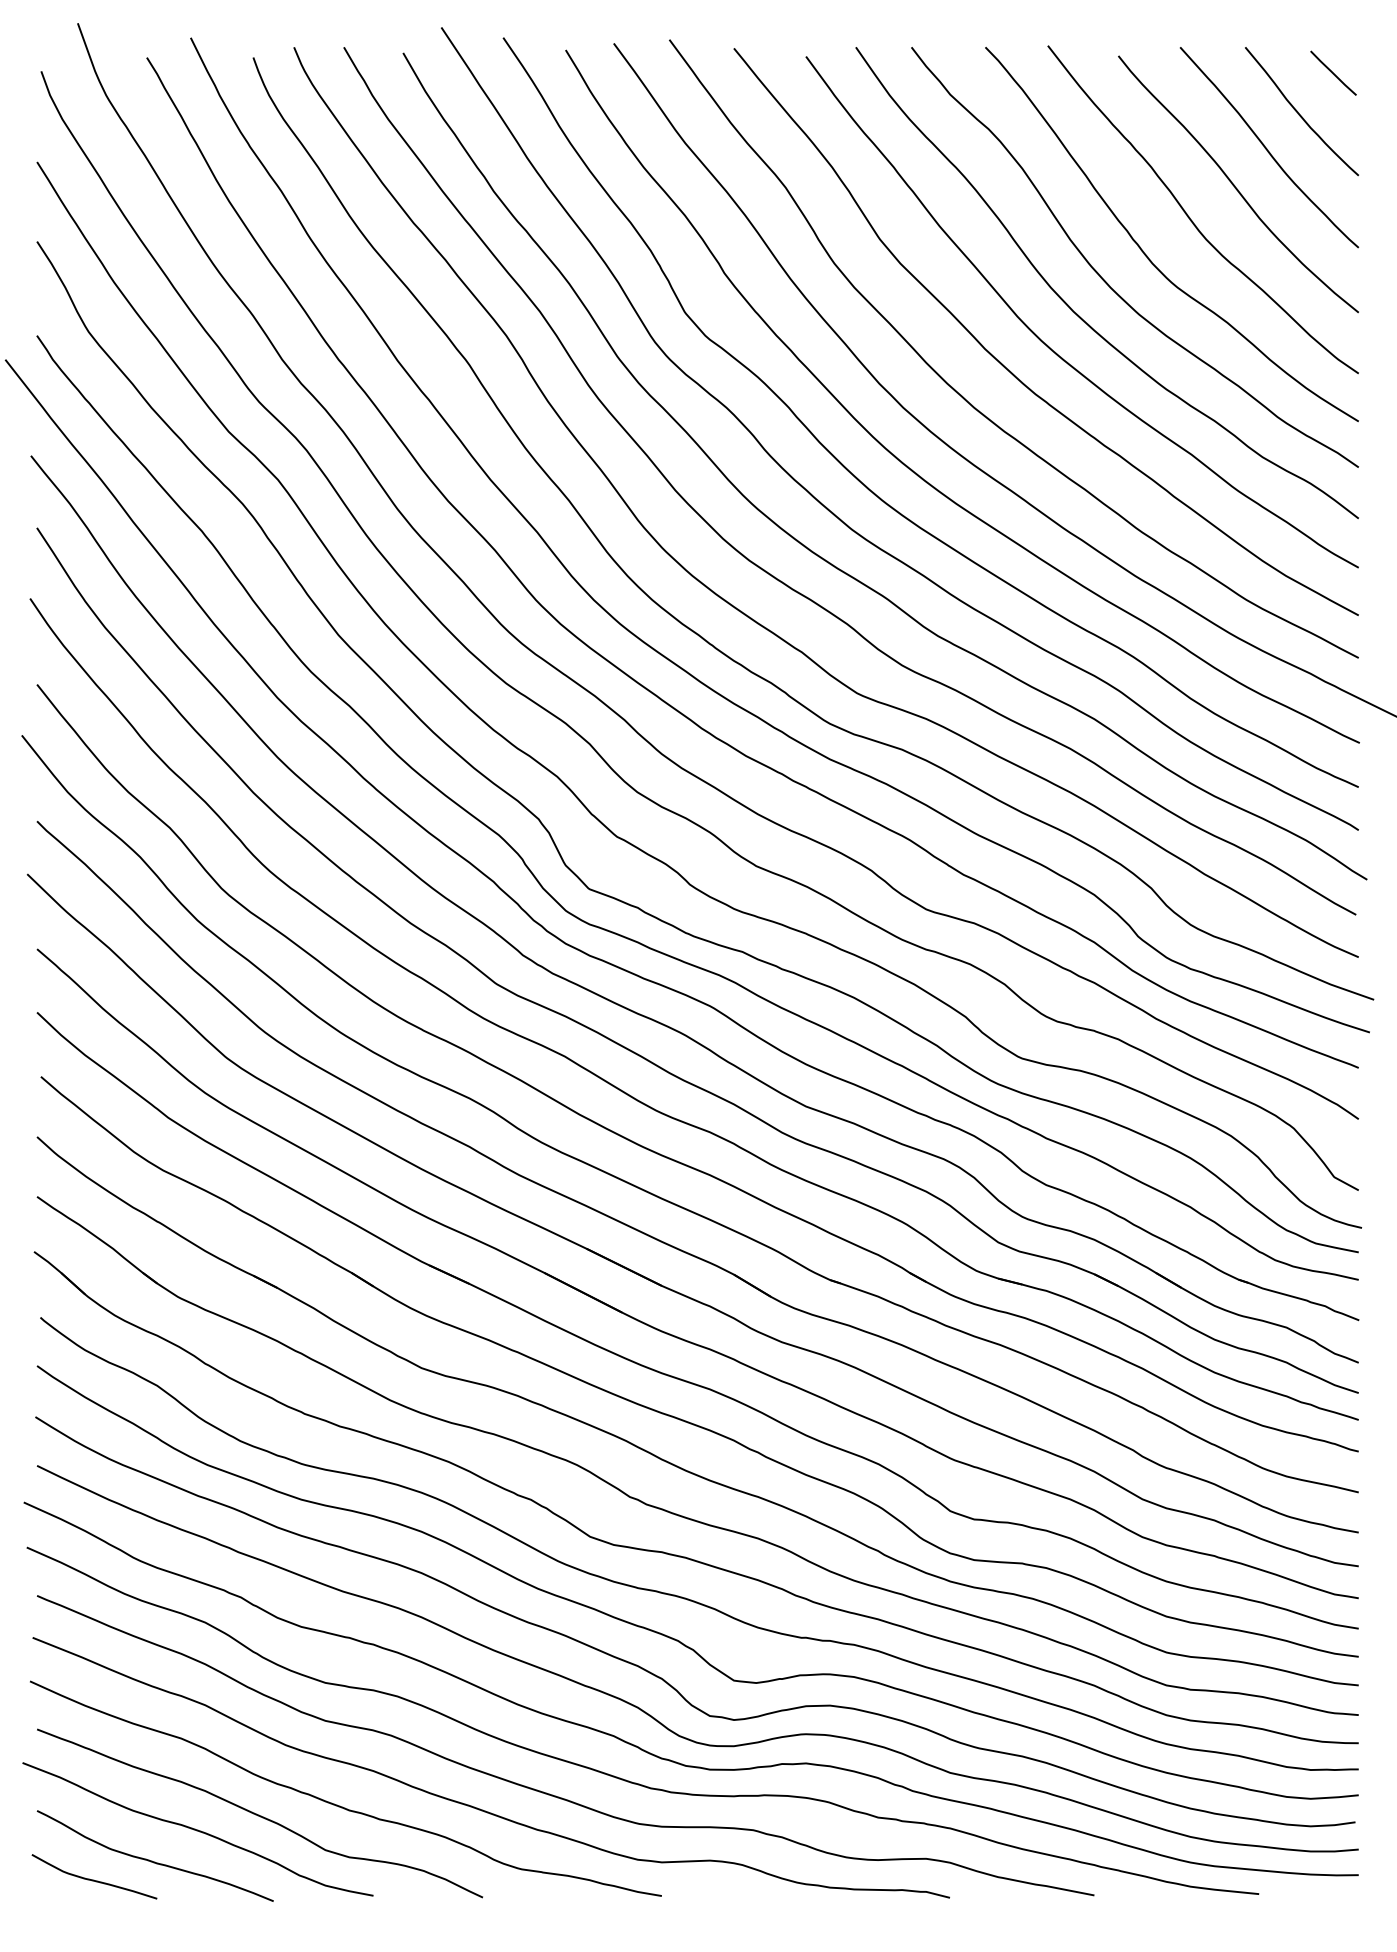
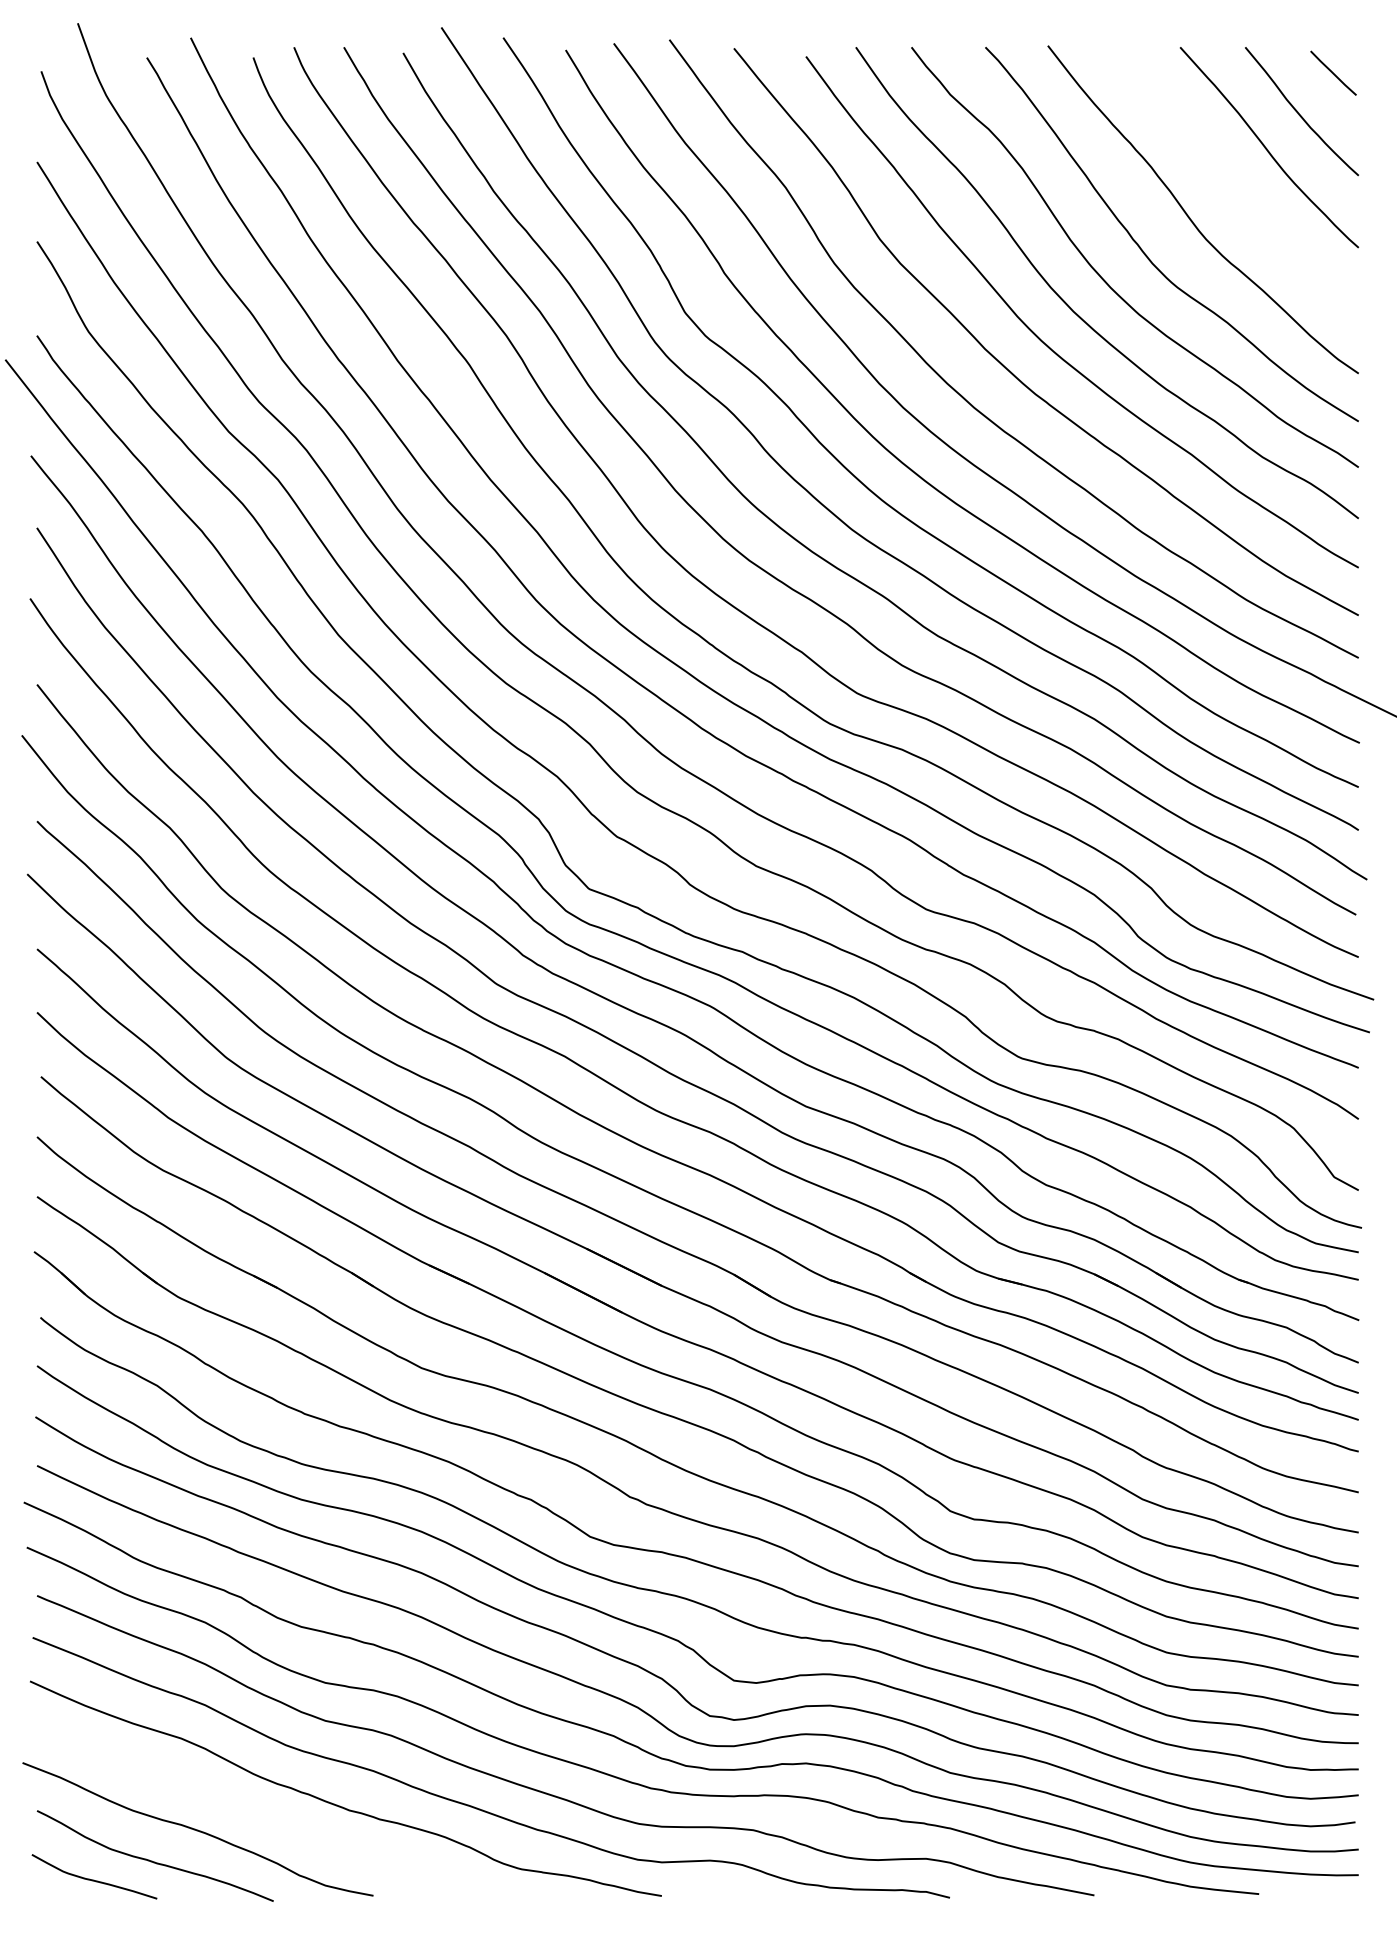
curve at (1235, 185): present -> none
curve at (259, 1814): present -> none
